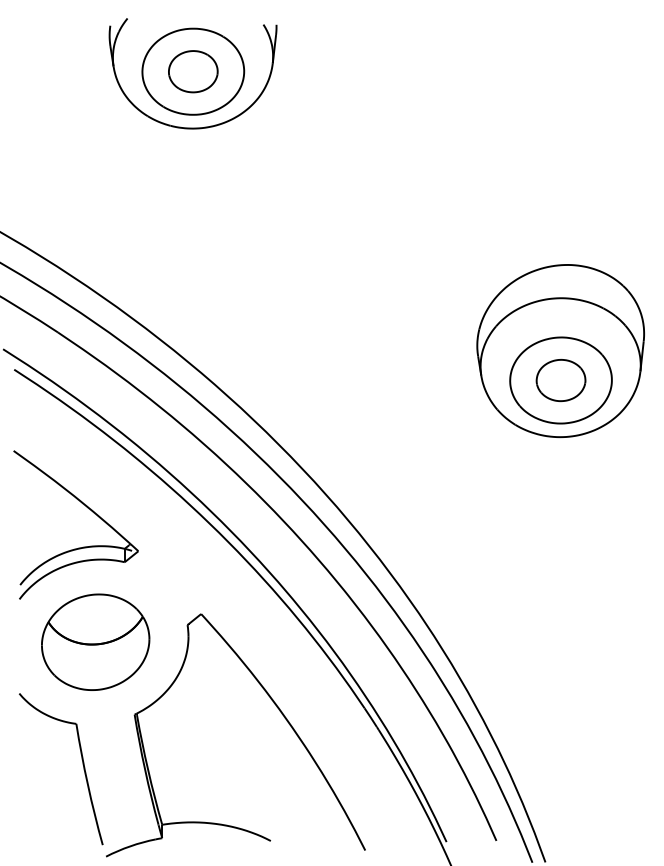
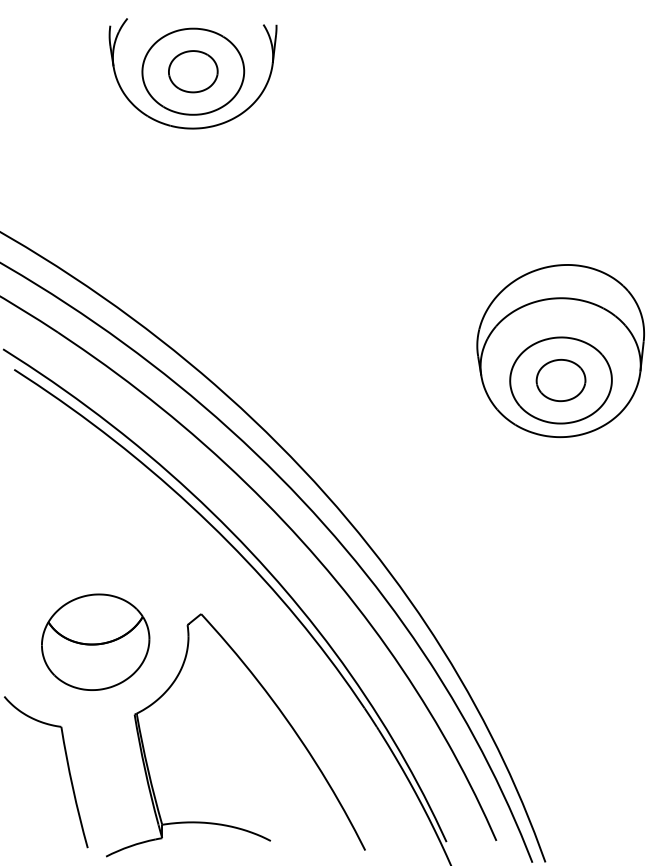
part at (87, 508): present -> none
part at (82, 764) position: (82, 764) -> (67, 767)
